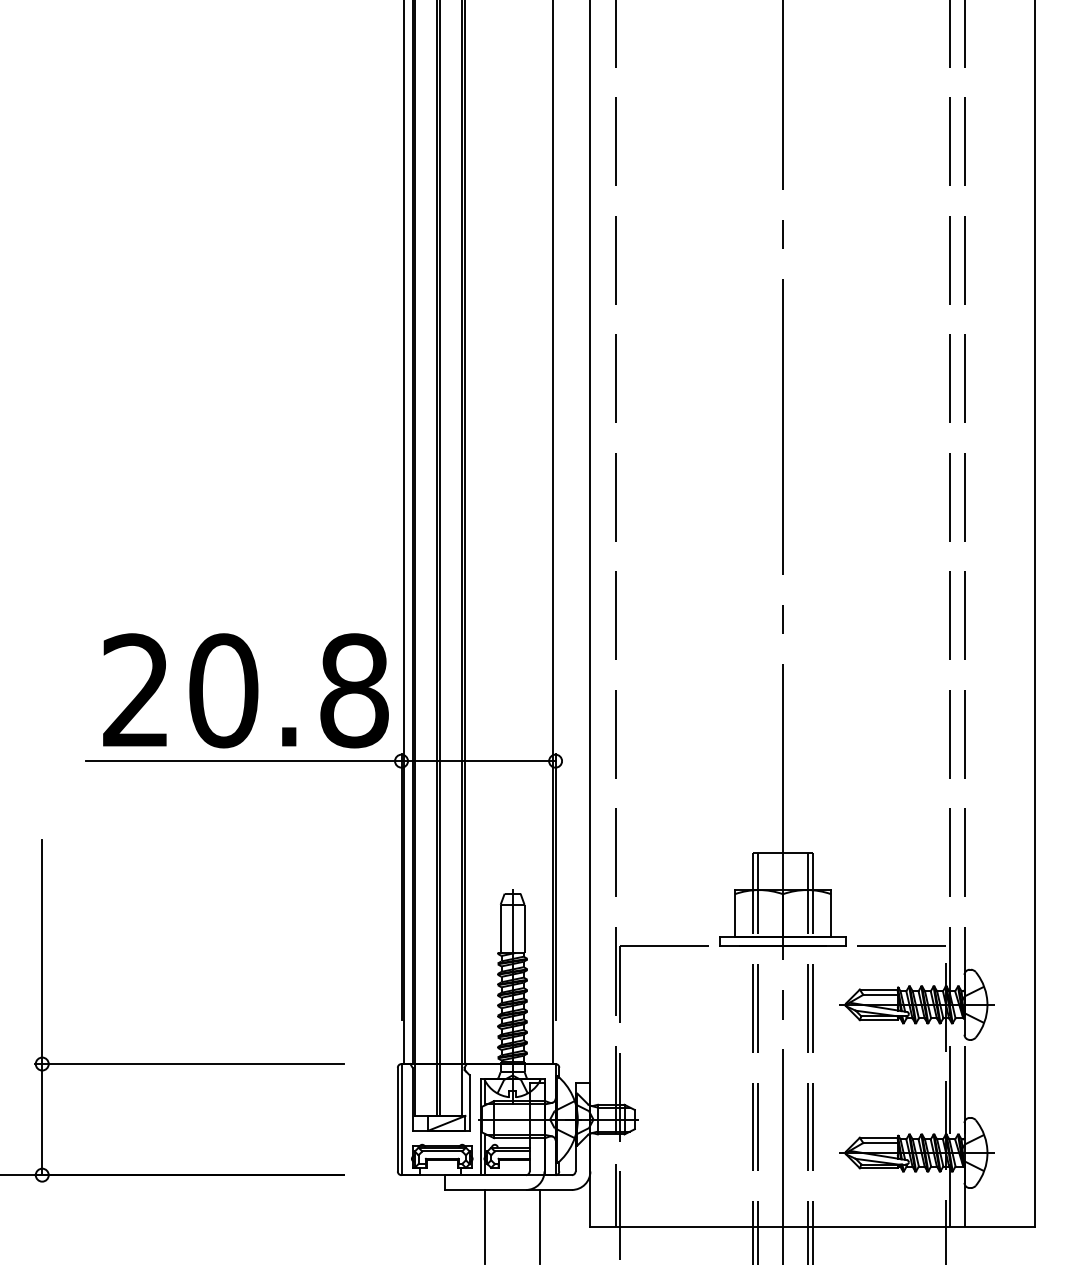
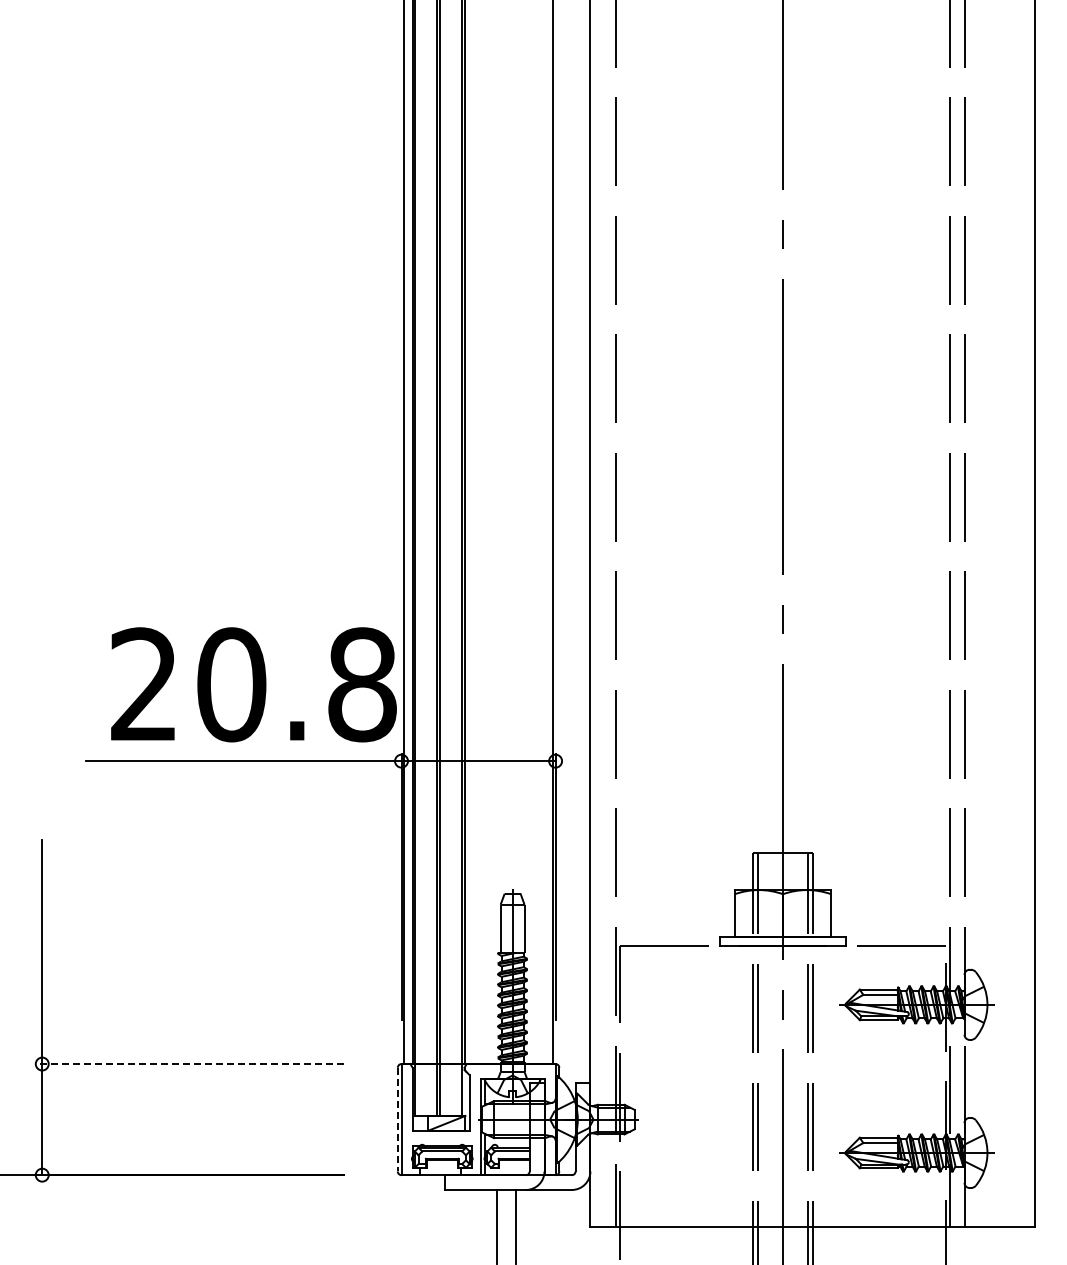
text at (245, 690) position: (245, 690) -> (253, 684)
line at (189, 1064): solid -> dashed
line at (397, 1119): solid -> dashed
line at (484, 1225) position: (484, 1225) -> (496, 1225)
line at (540, 1225) position: (540, 1225) -> (516, 1225)
